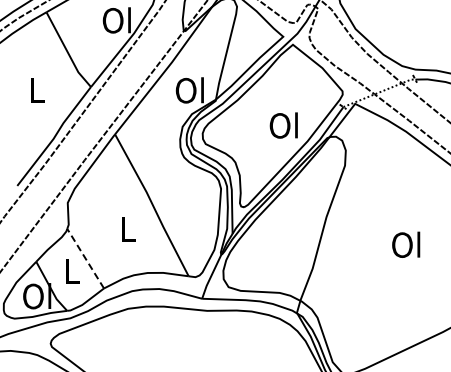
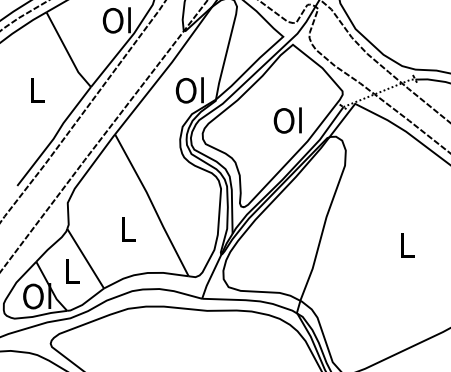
text at (283, 125) position: (283, 125) -> (287, 120)
text at (406, 244): Ol -> L
line at (85, 258): dashed -> solid
